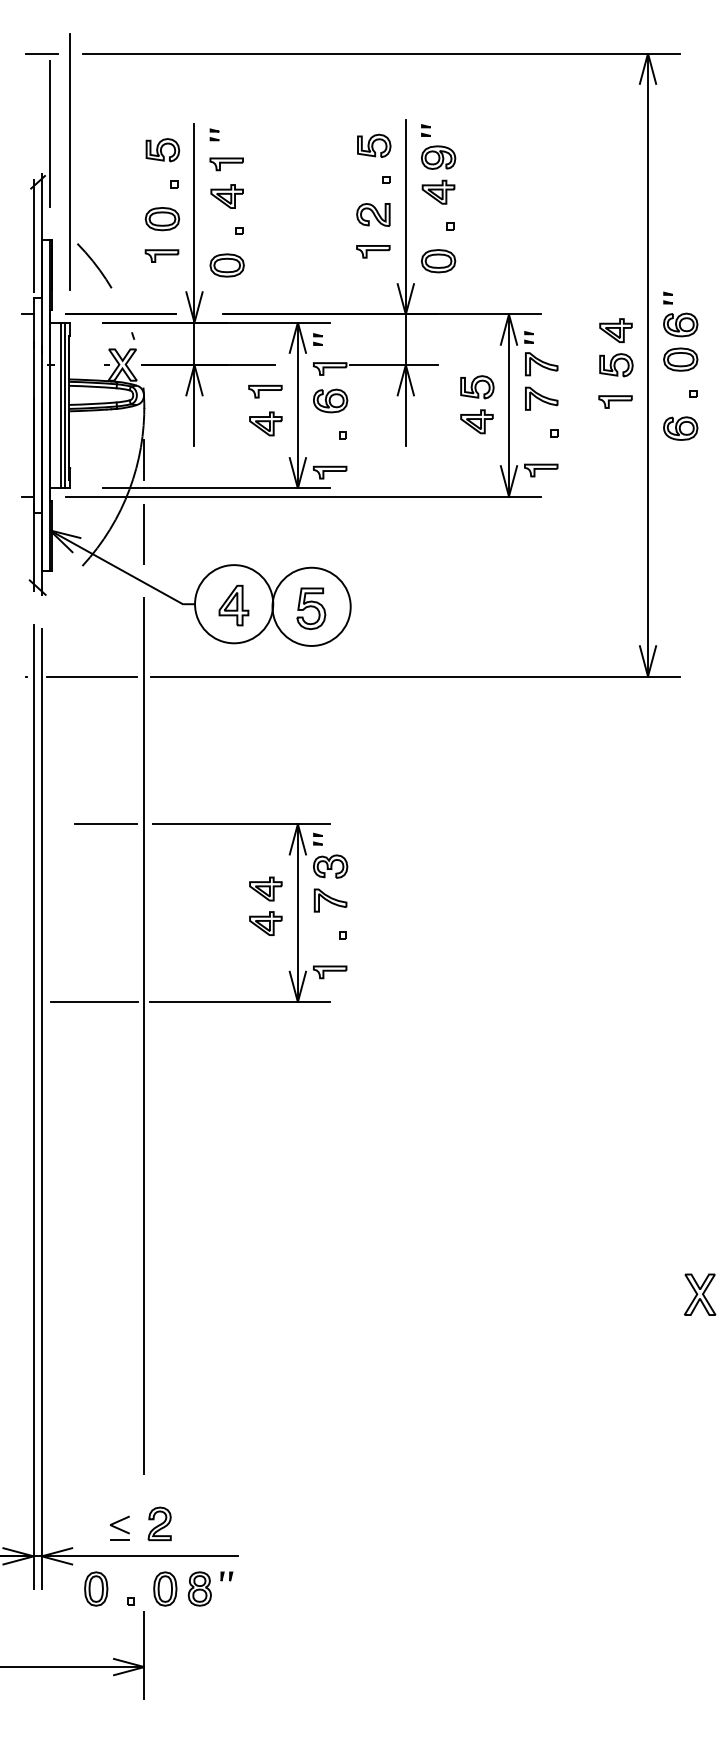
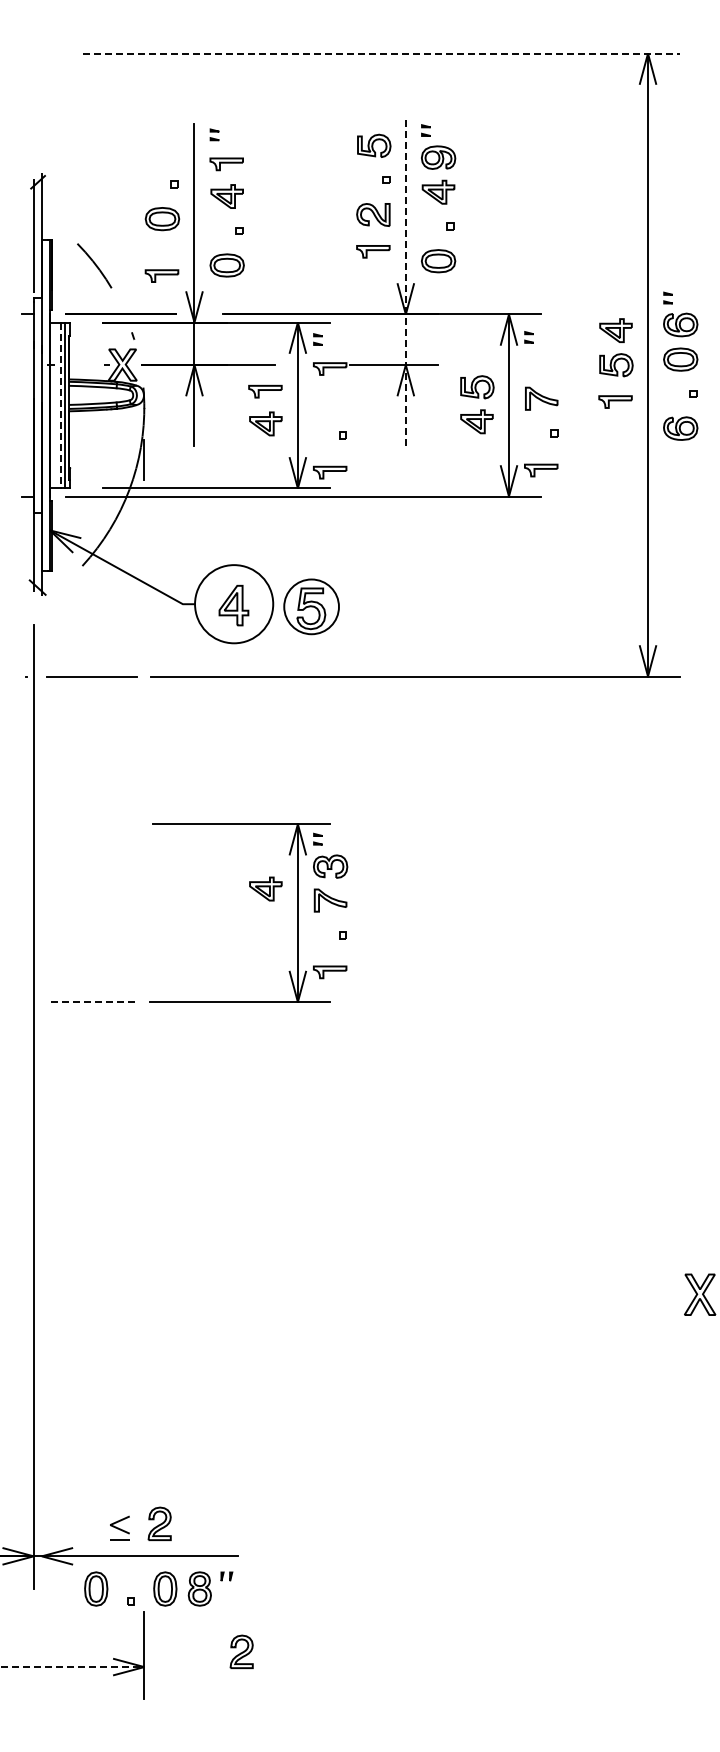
line at (41, 53): present -> none
line at (381, 53): solid -> dashed
line at (49, 134): present -> none
part at (162, 150): present -> none
line at (70, 162): present -> none
part at (161, 255) position: (161, 255) -> (161, 275)
line at (405, 282): solid -> dashed
part at (541, 364): present -> none
part at (330, 400): present -> none
line at (60, 405): solid -> dashed
line at (144, 534): present -> none
circle at (311, 606) diameter: 78 px -> 55 px
line at (105, 824): present -> none
part at (265, 923): present -> none
line at (94, 1002): solid -> dashed
line at (144, 1035): present -> none
line at (41, 1108): present -> none
part at (241, 1651): none -> present
line at (72, 1667): solid -> dashed
